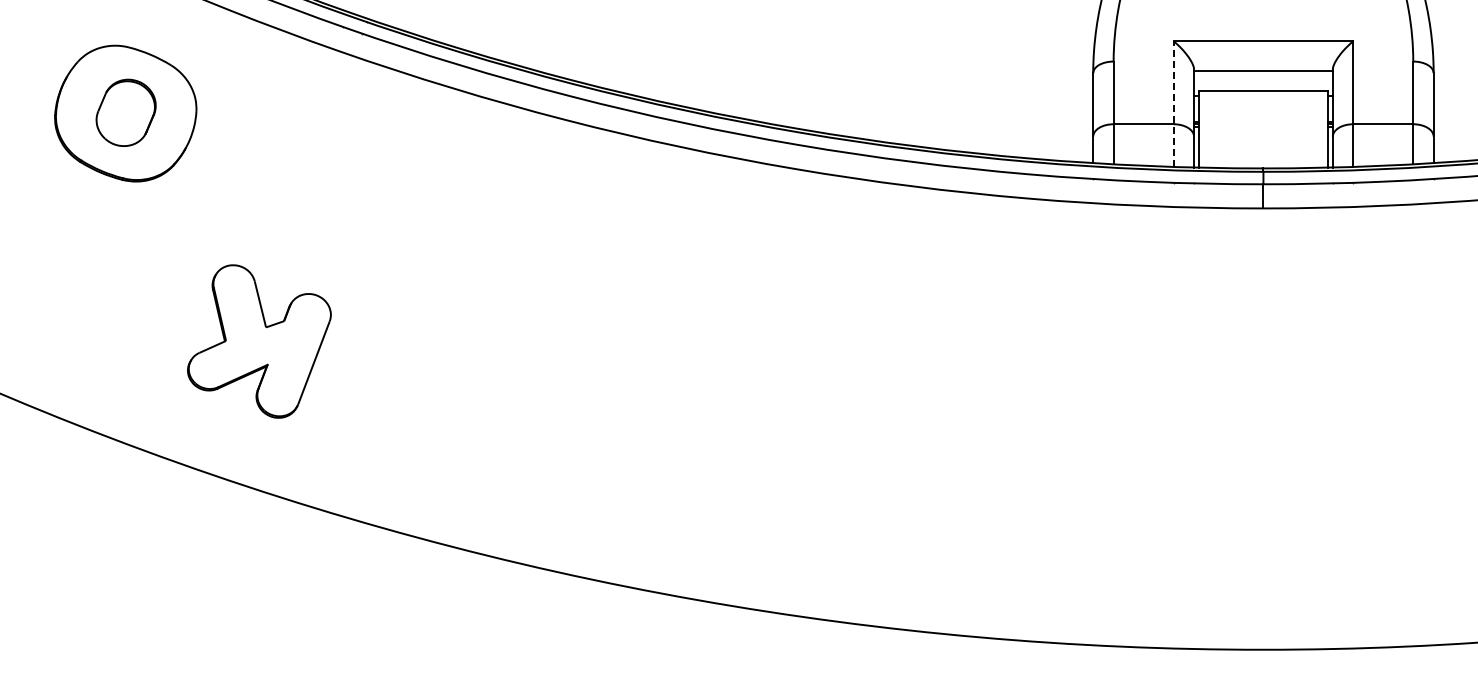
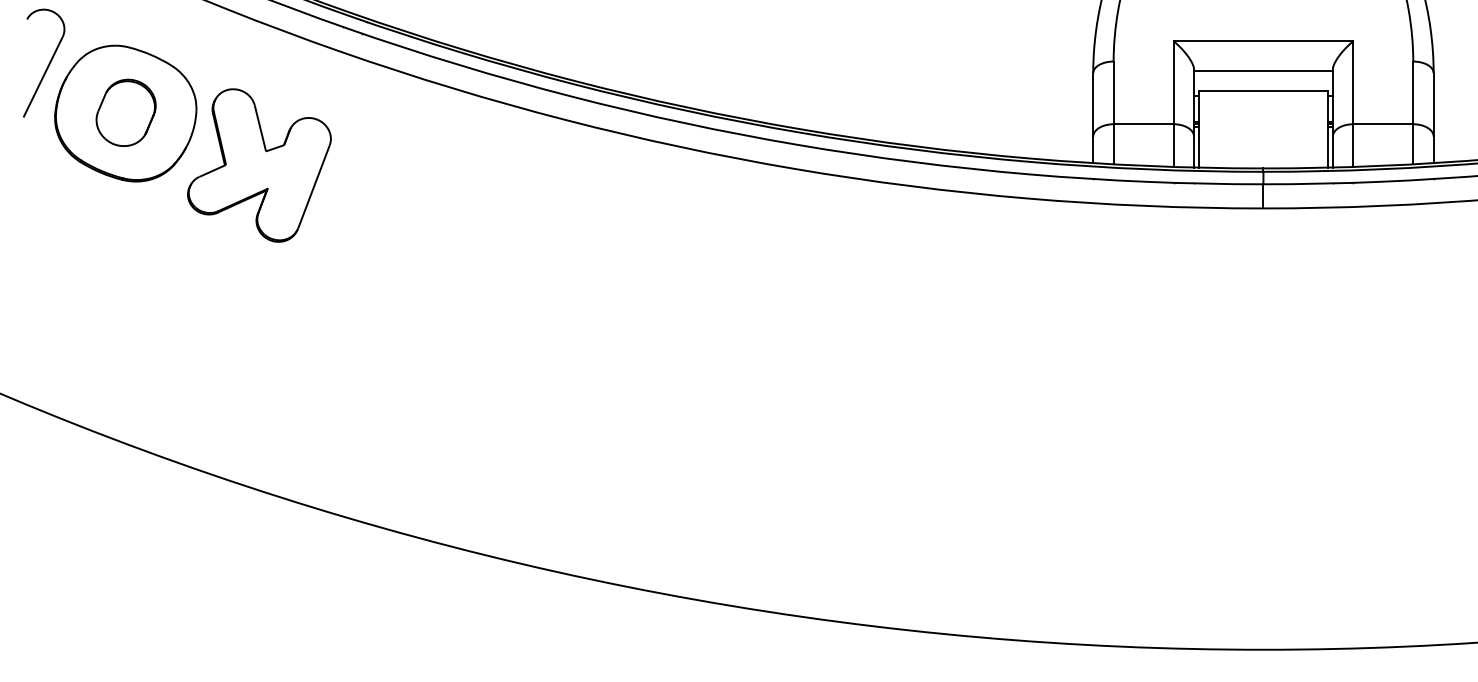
part at (44, 62): none -> present
line at (1173, 104): dashed -> solid
part at (259, 341) position: (259, 341) -> (259, 165)
